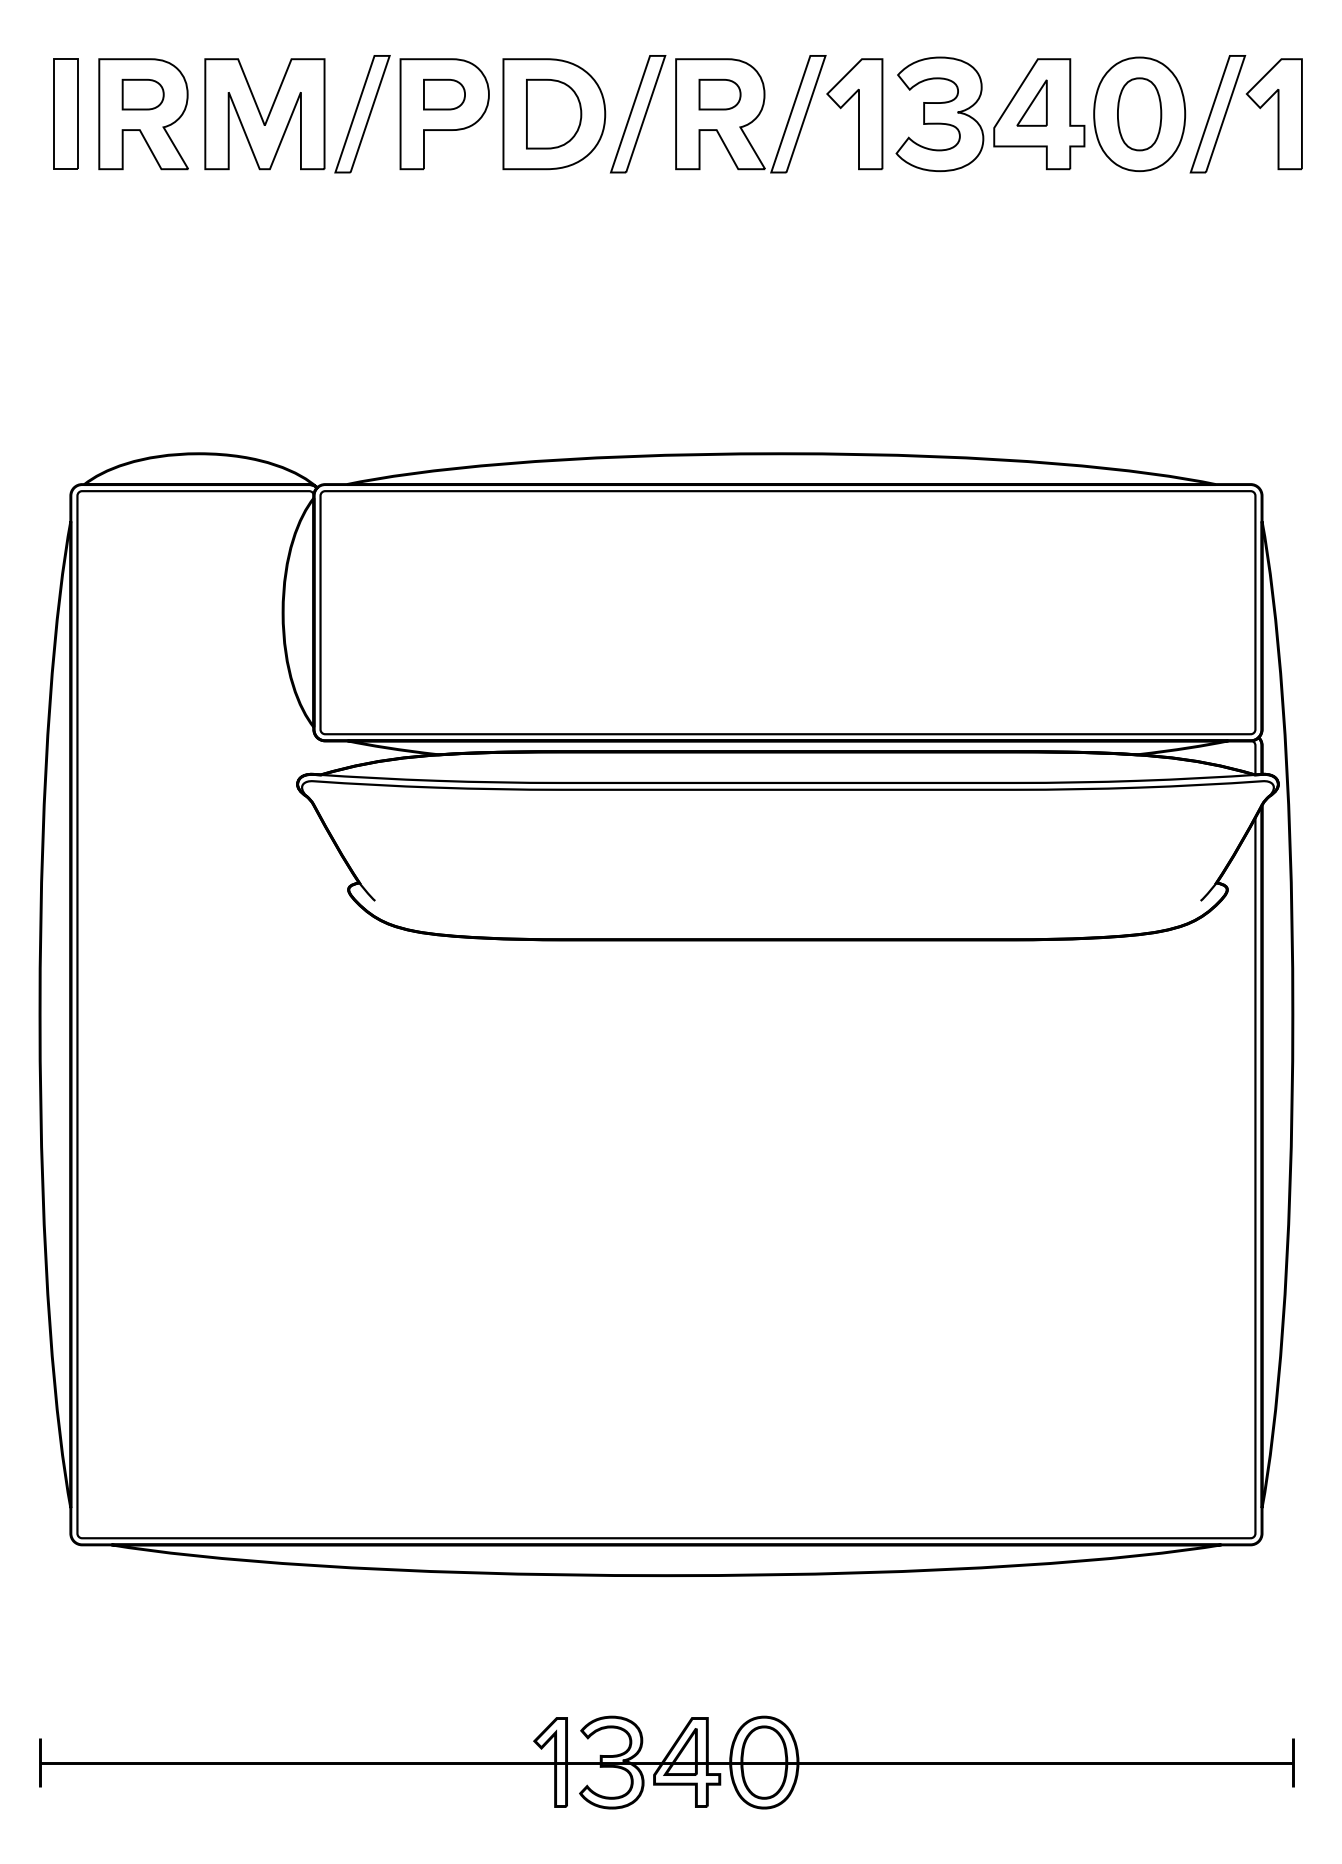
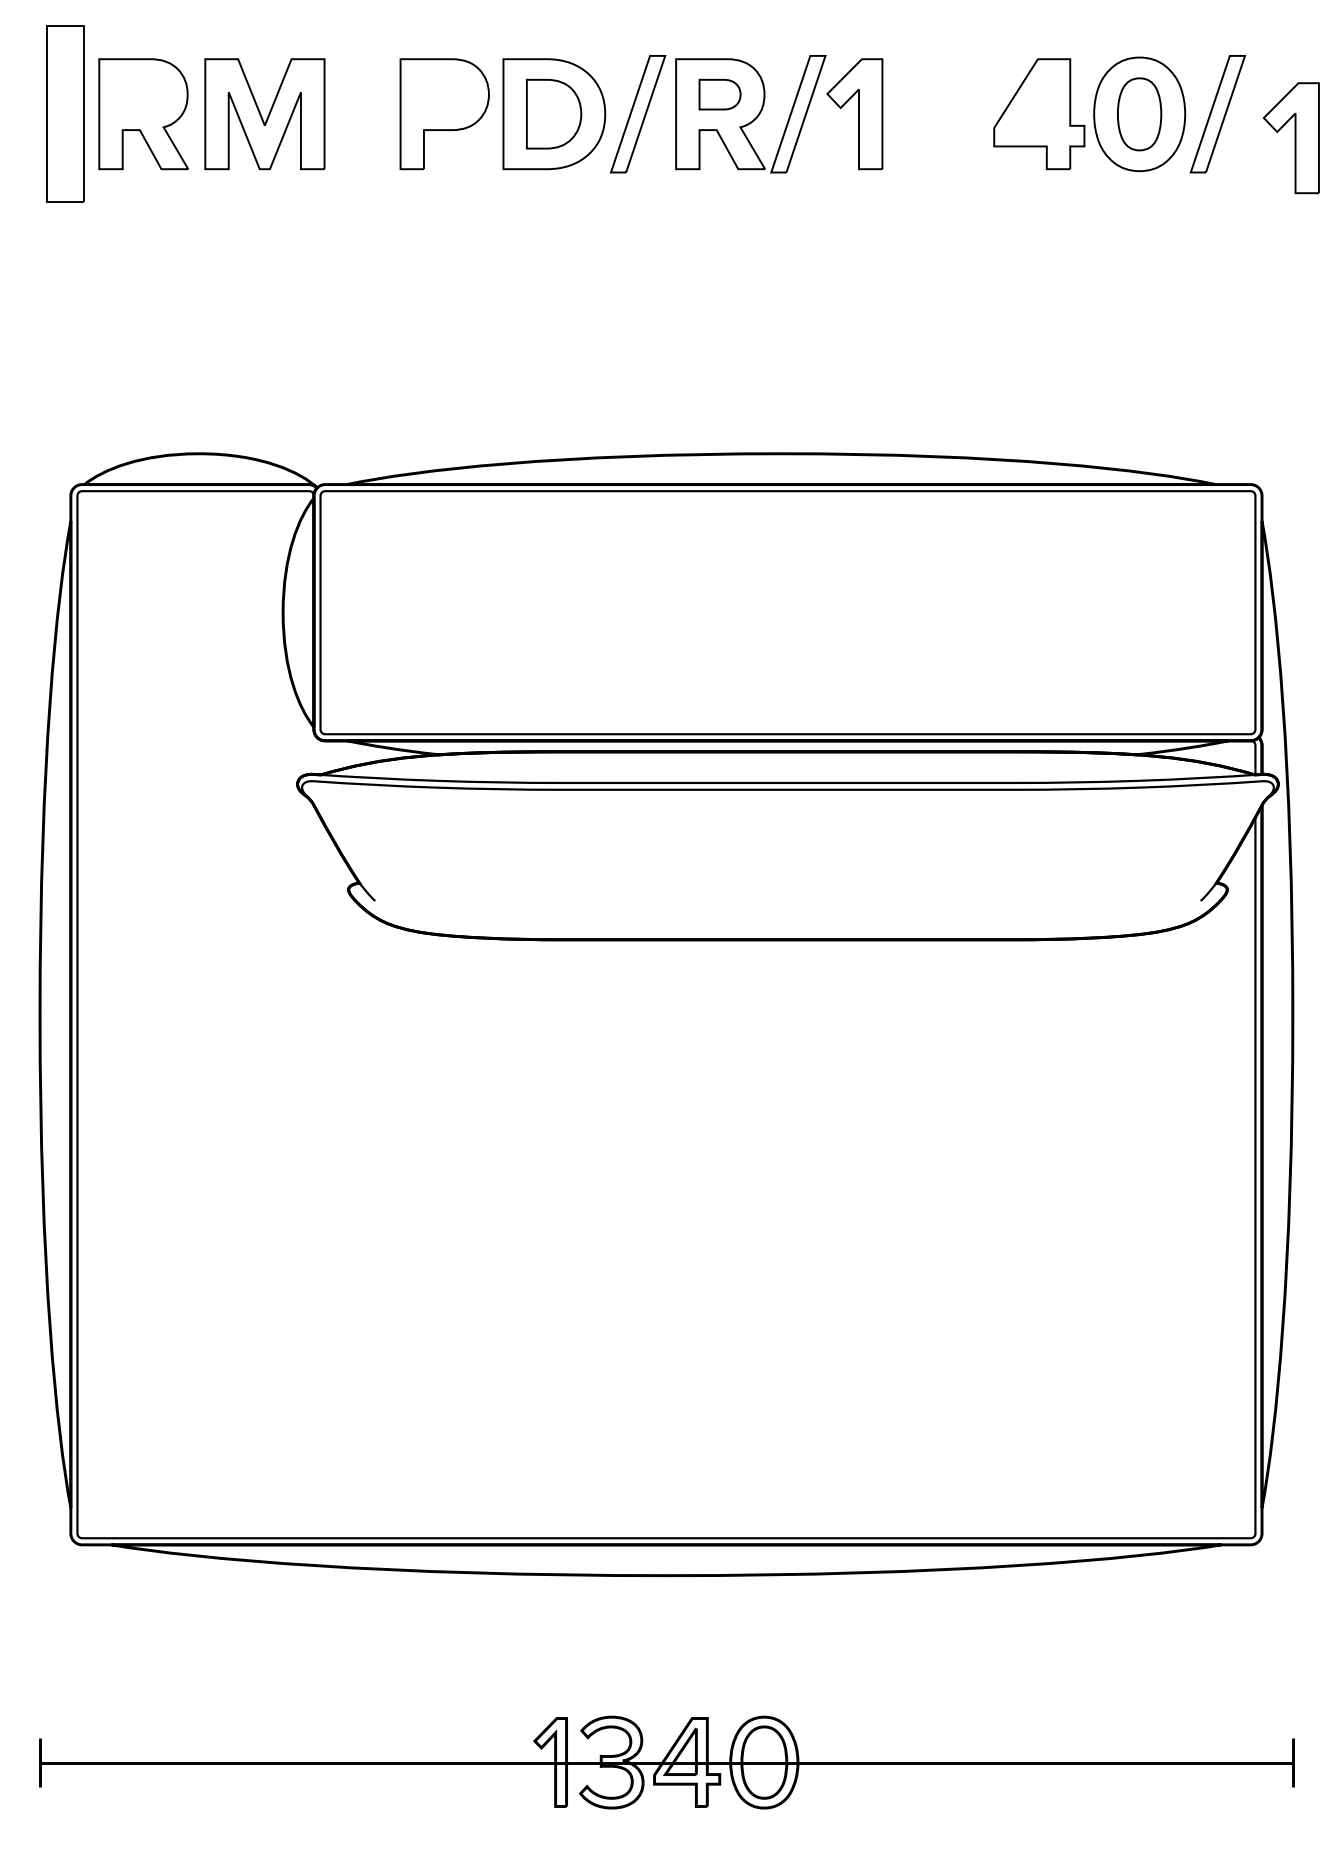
part at (142, 94): present -> none
part at (444, 94): present -> none
part at (1031, 102): present -> none
part at (65, 113) size: 26x112 px -> 39x178 px
part at (362, 114): present -> none
part at (939, 114): present -> none
part at (1274, 114) position: (1274, 114) -> (1291, 138)
